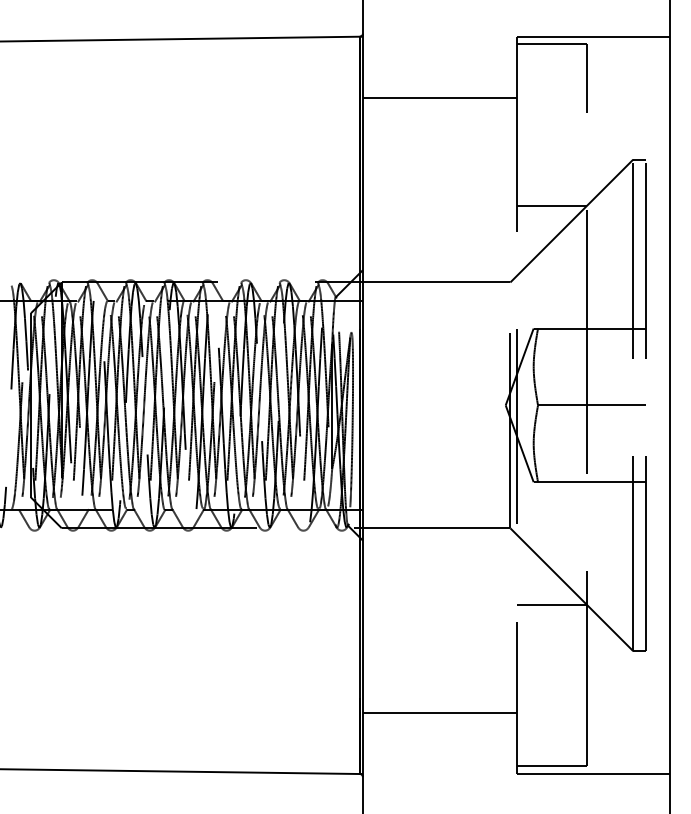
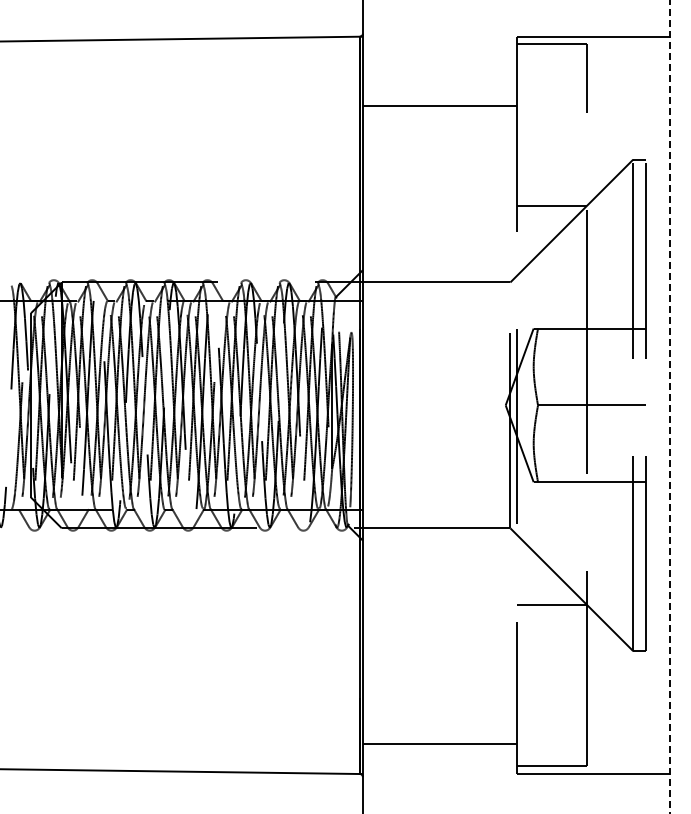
line at (439, 98) position: (439, 98) -> (439, 106)
line at (670, 406): solid -> dashed
line at (439, 712) position: (439, 712) -> (439, 743)
